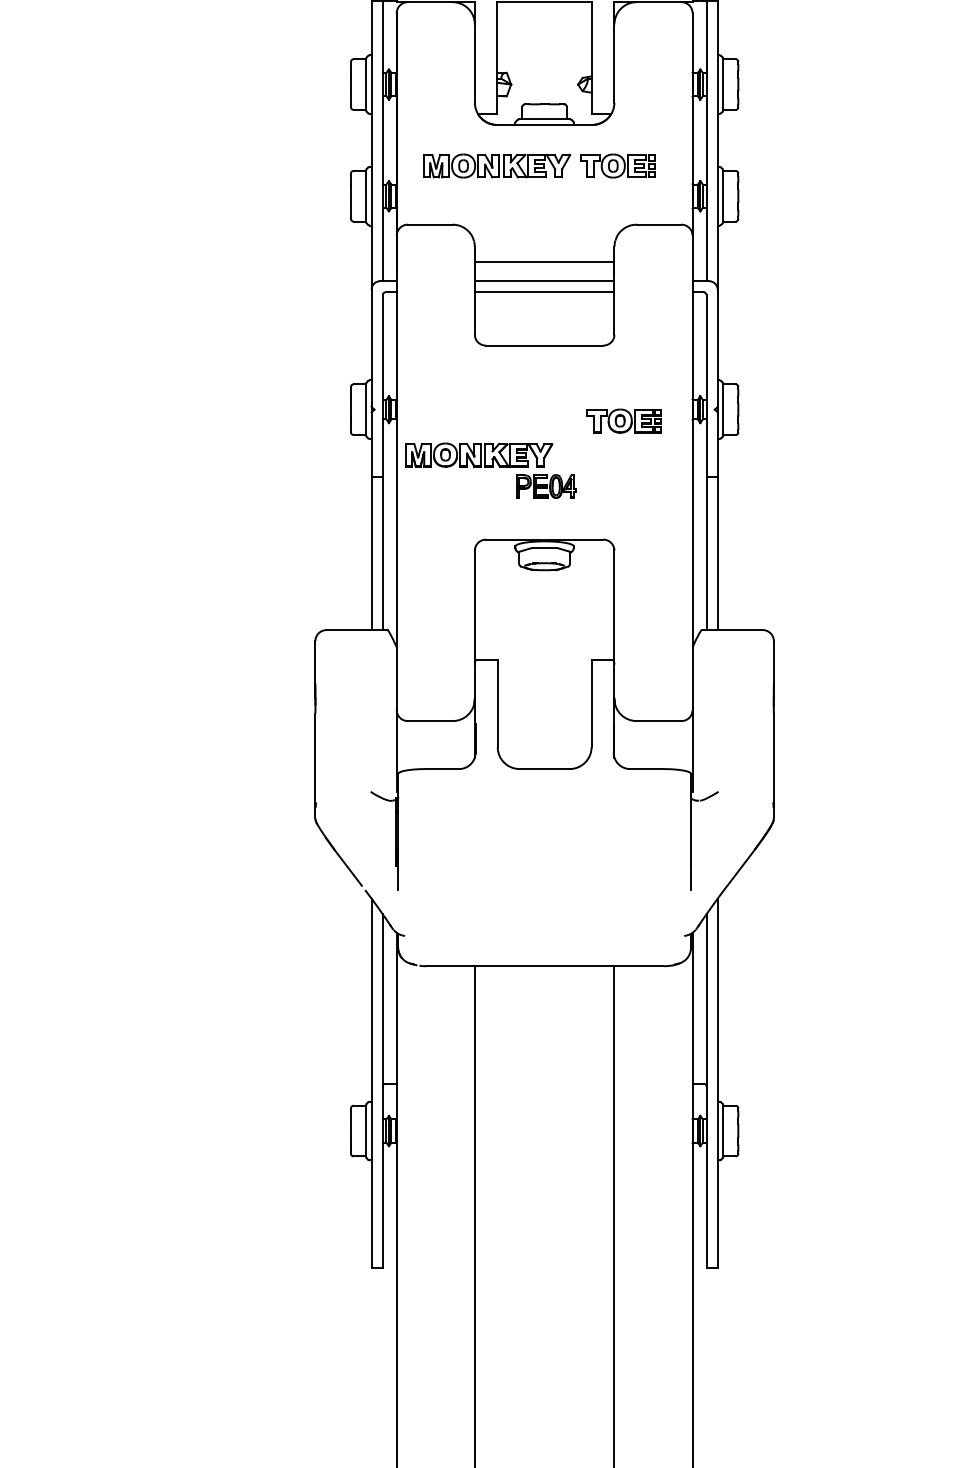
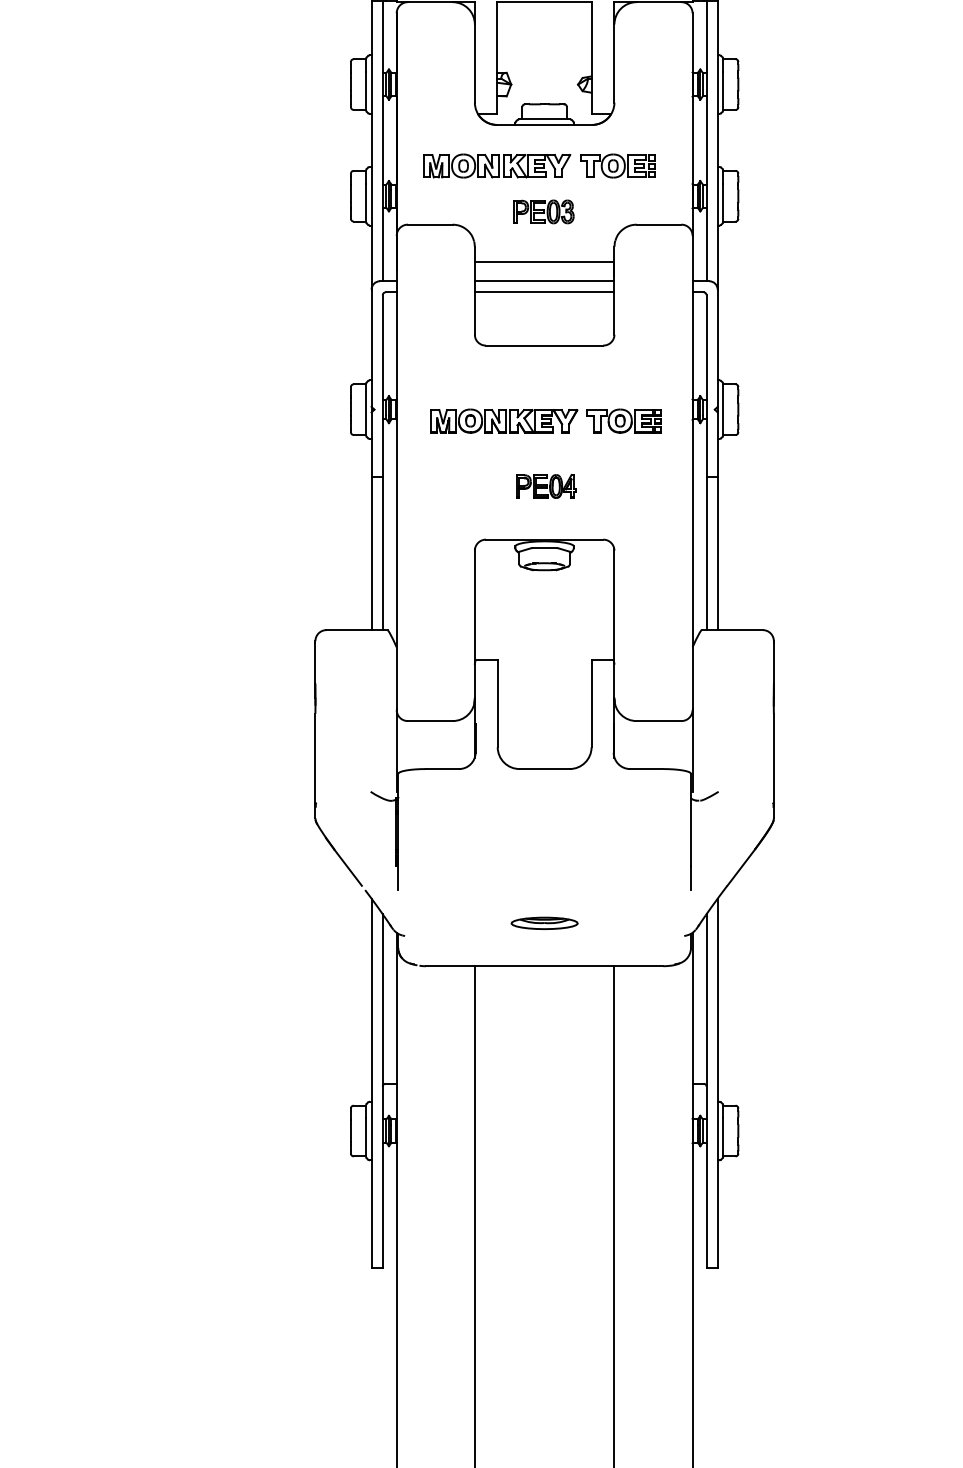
part at (543, 211): none -> present
part at (479, 454) position: (479, 454) -> (504, 420)
part at (544, 922): none -> present
